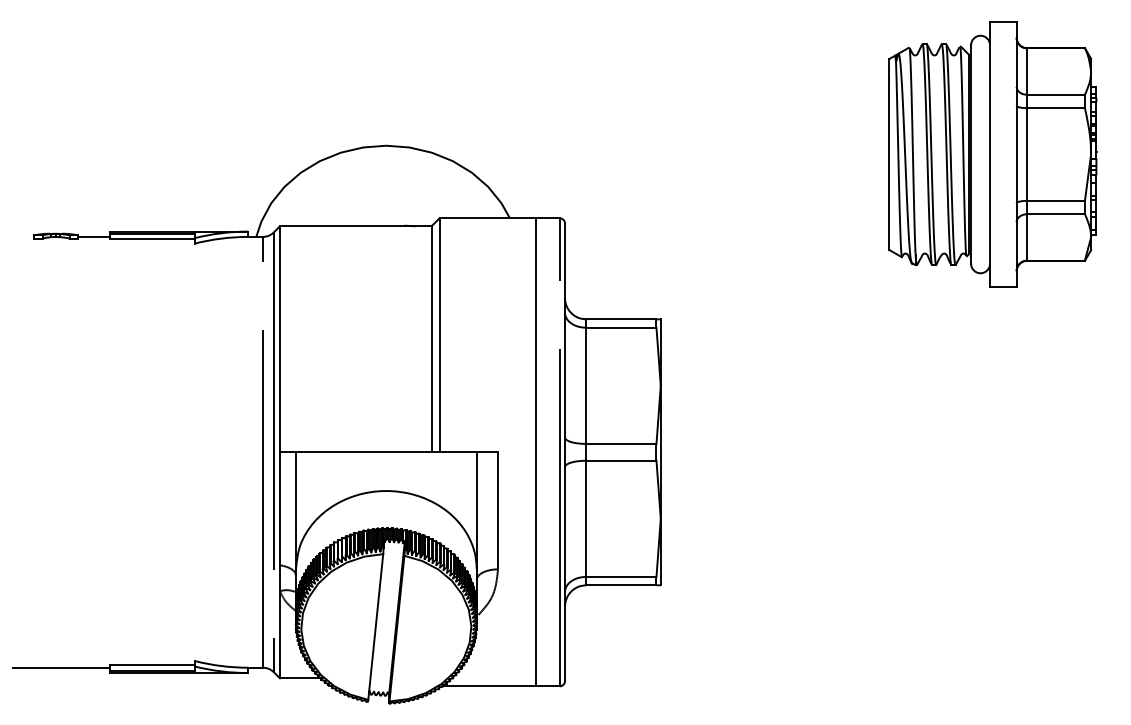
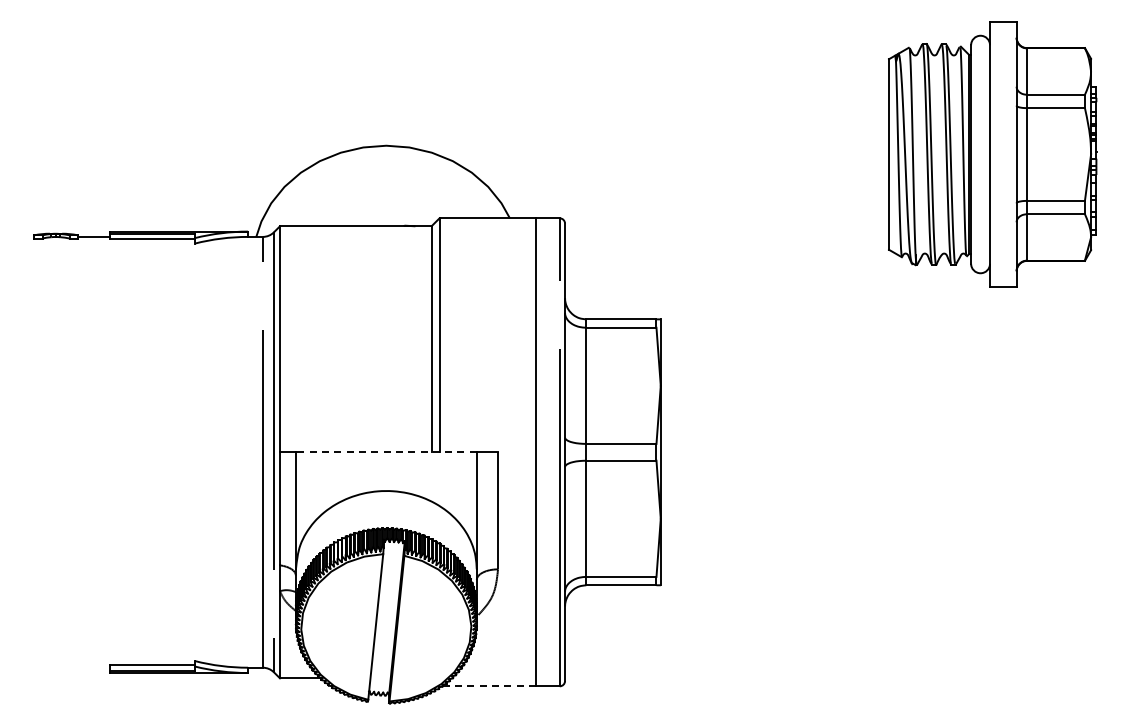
line at (385, 452): solid -> dashed
line at (60, 667): present -> none
line at (489, 686): solid -> dashed
